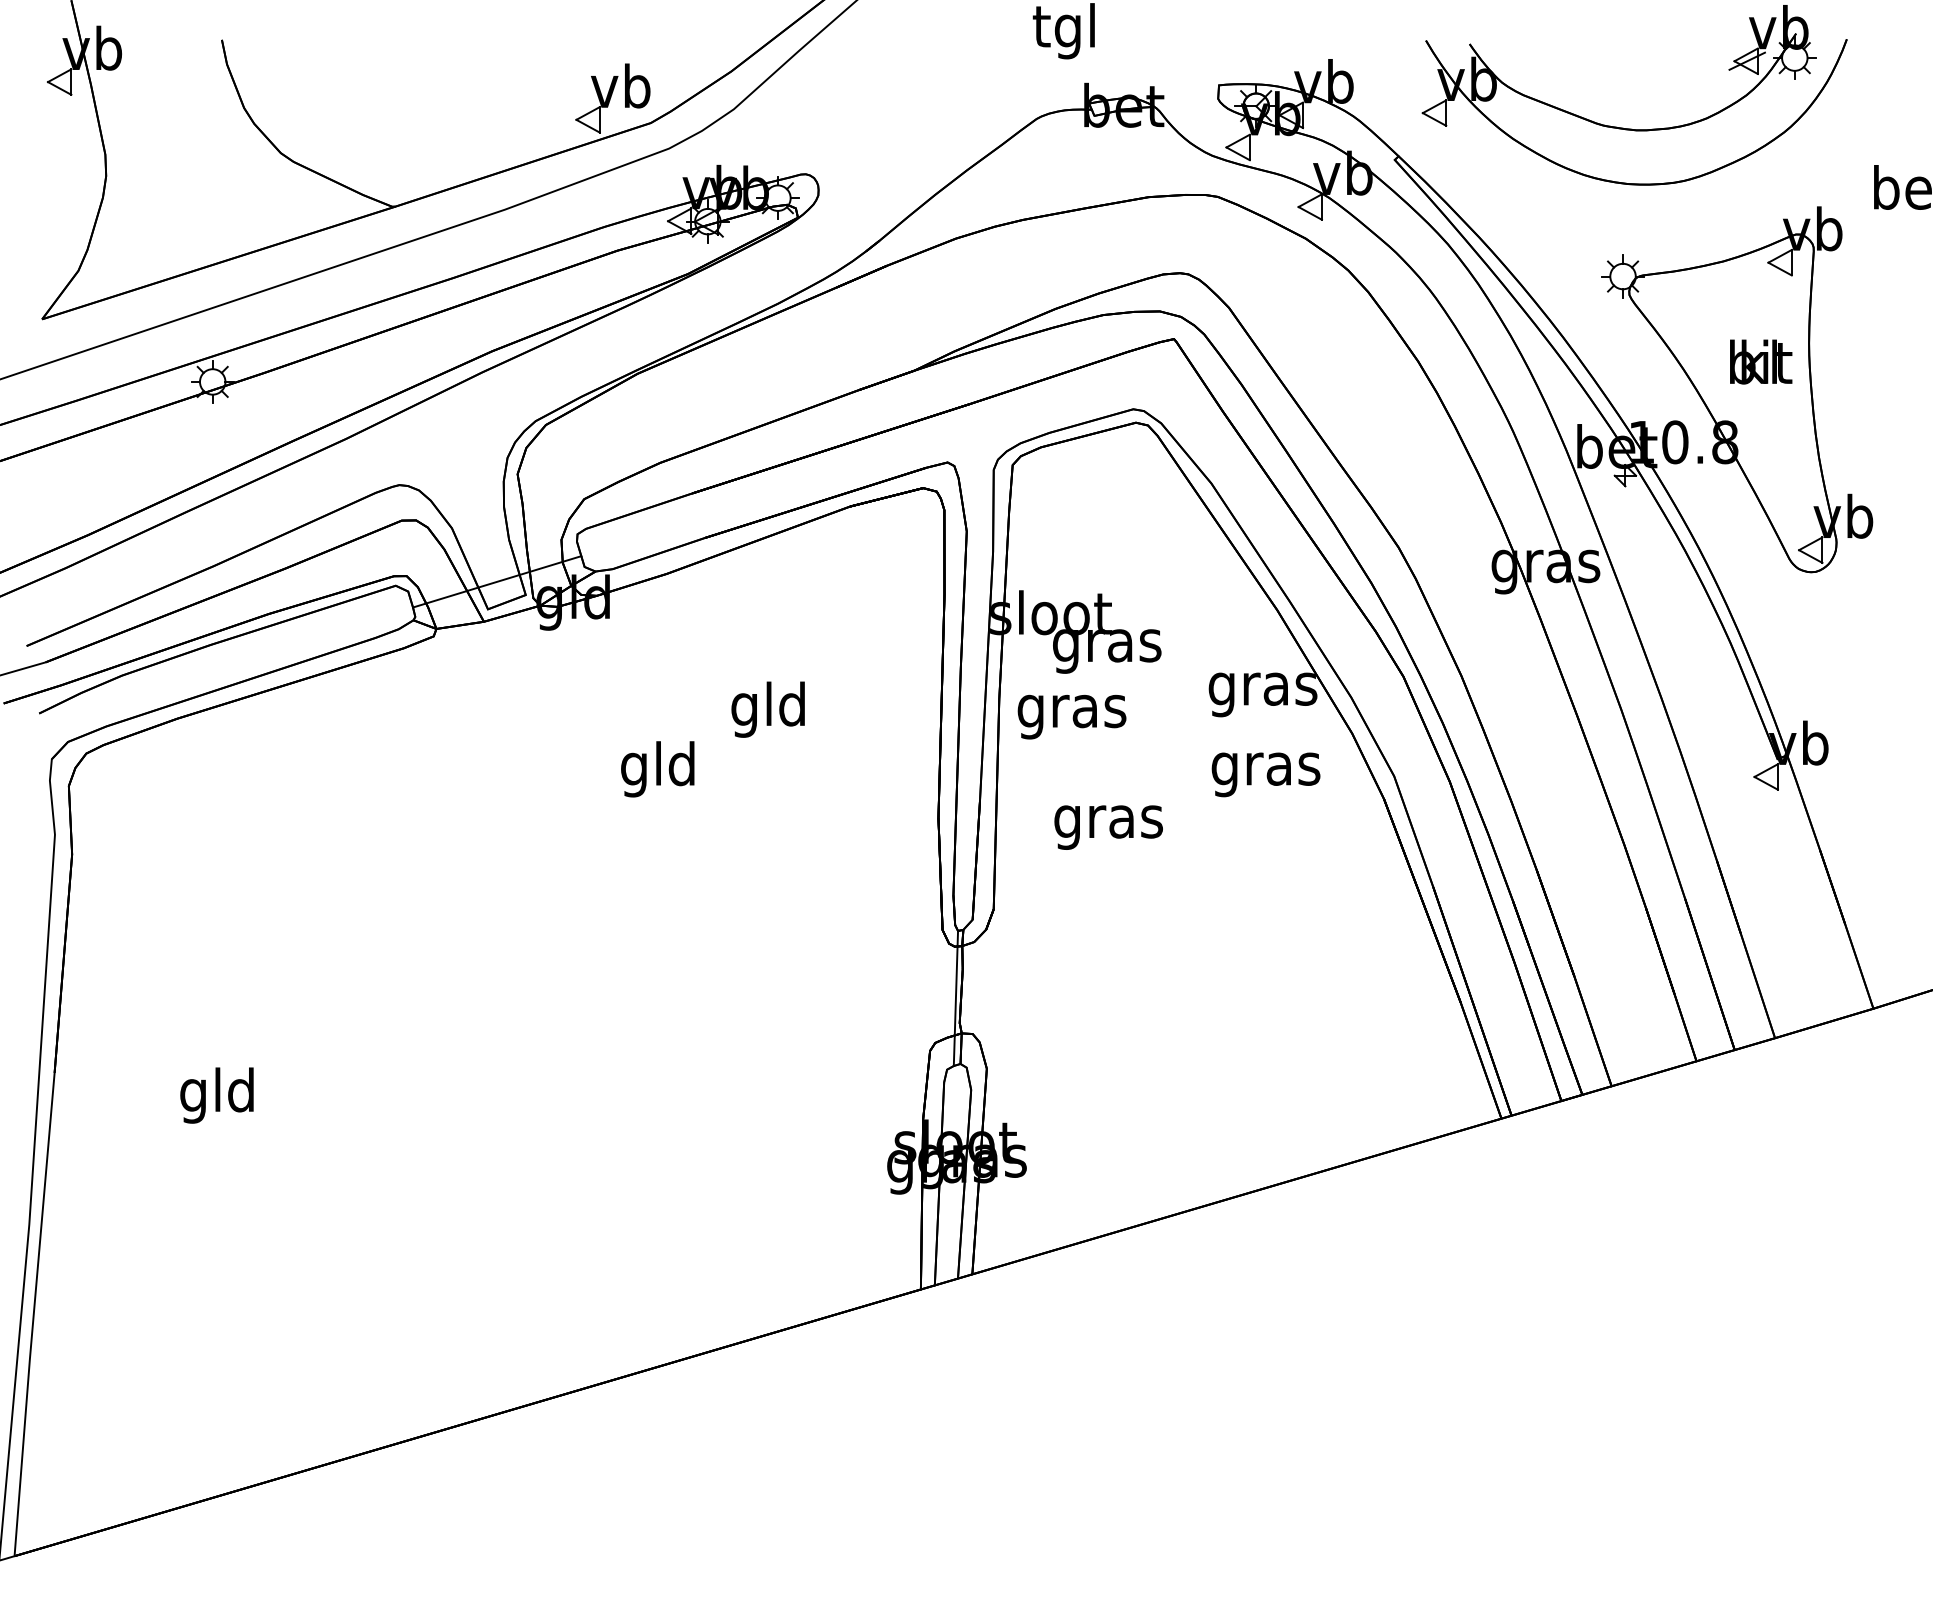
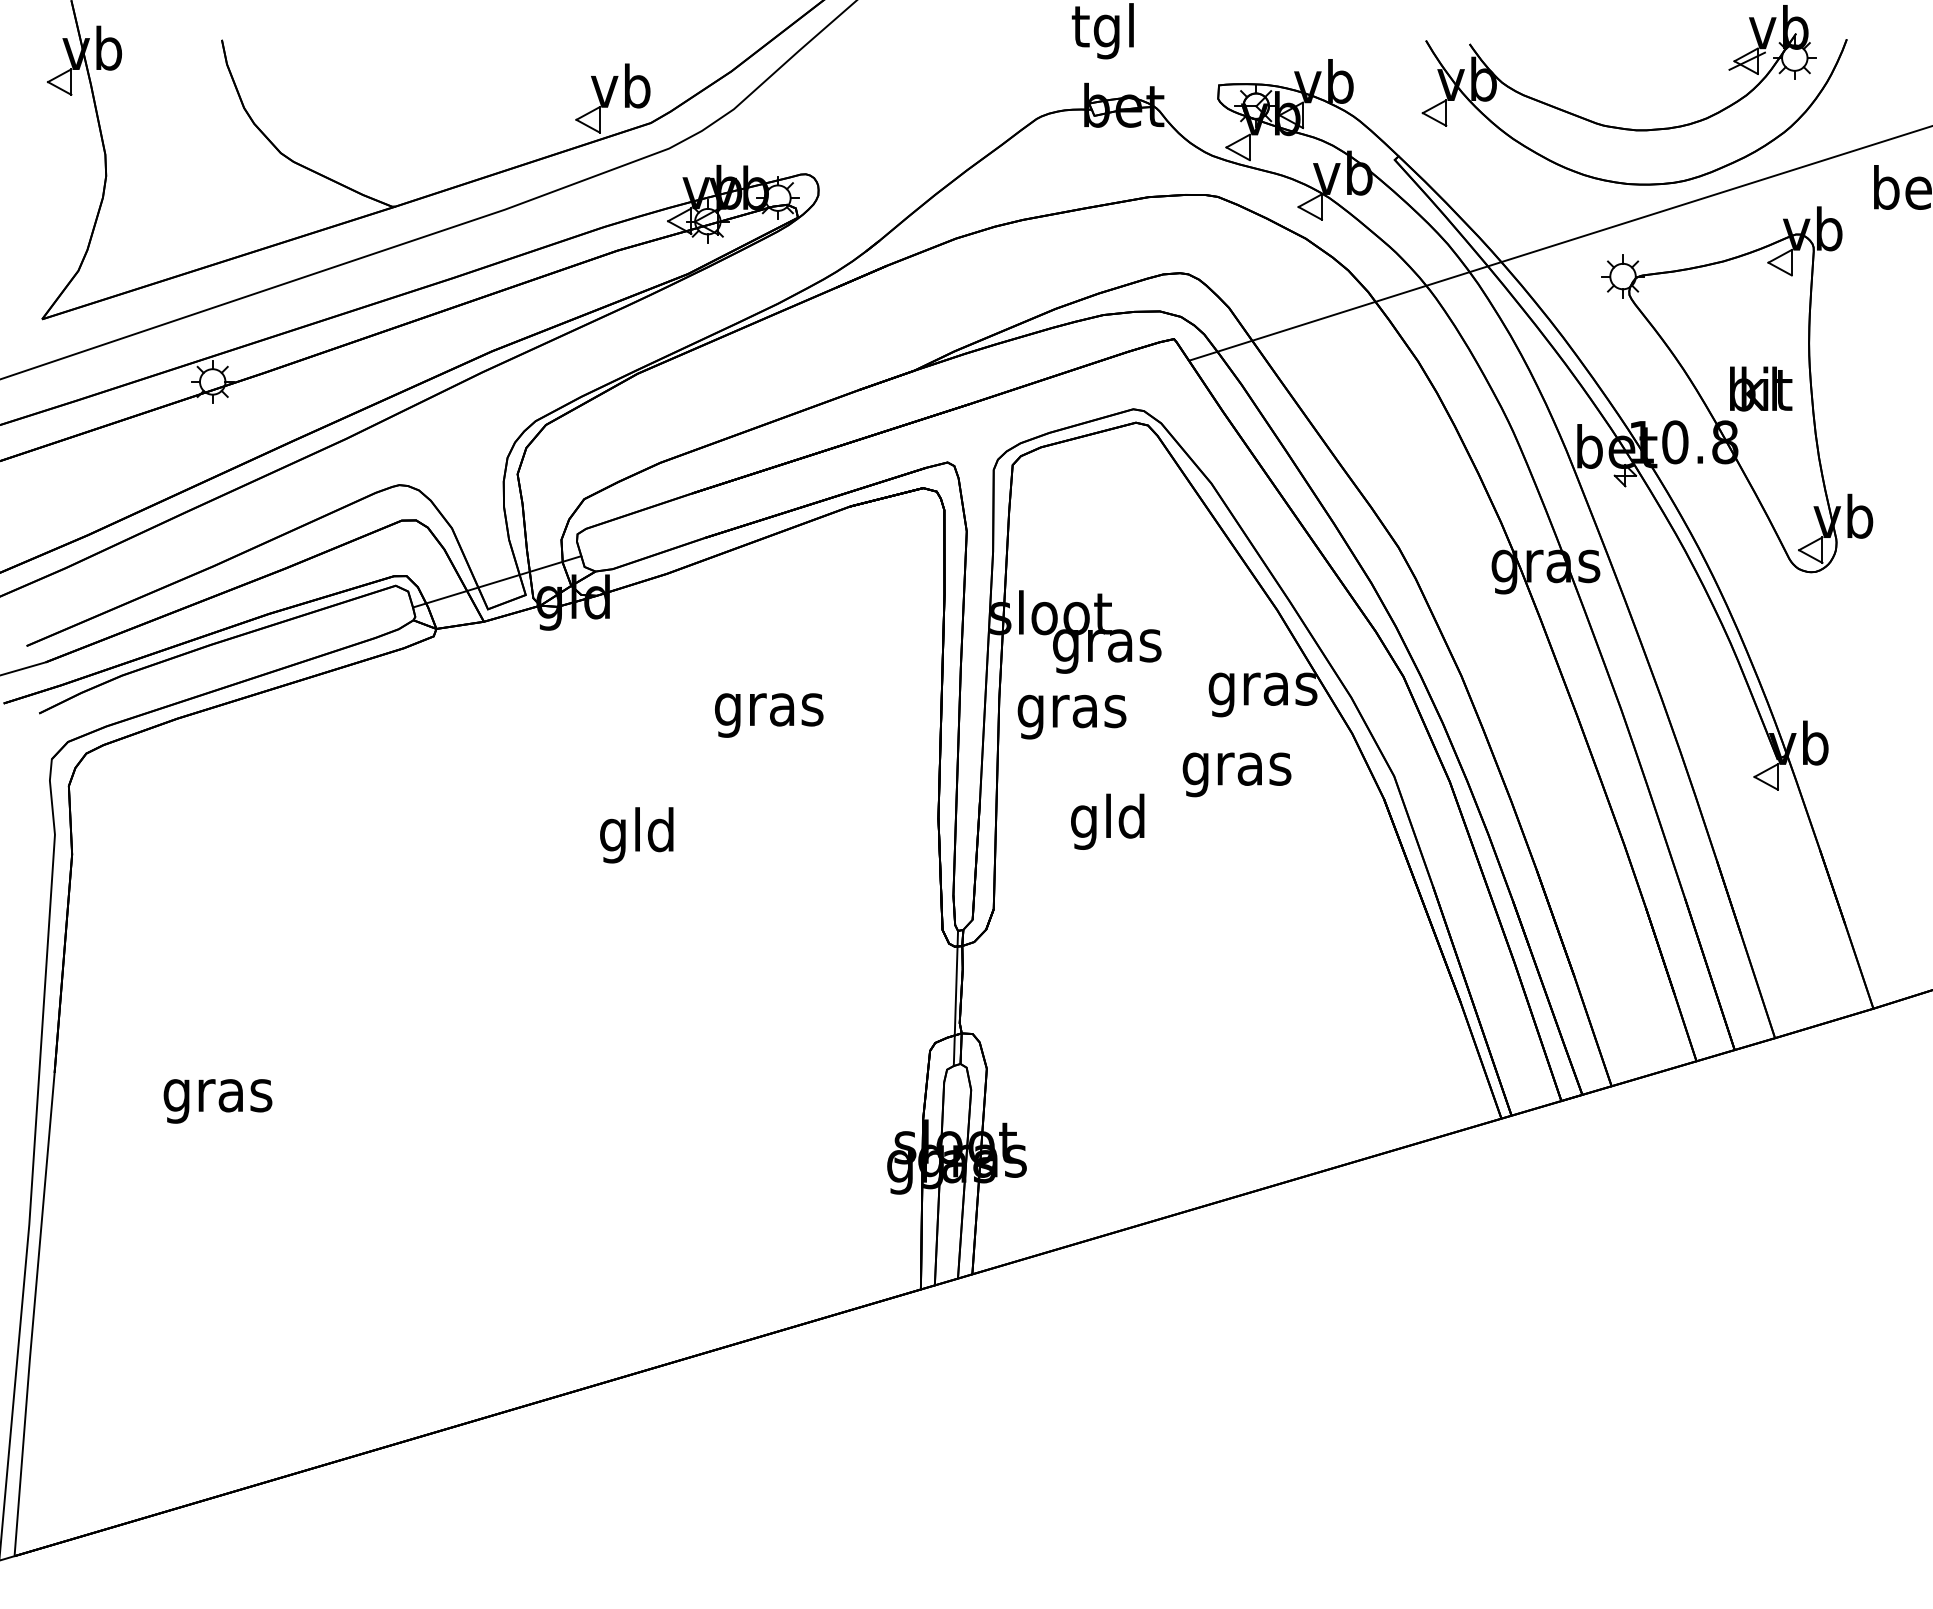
text at (1063, 31) position: (1063, 31) -> (1102, 31)
line at (1559, 243): none -> present
text at (1761, 361) position: (1761, 361) -> (1761, 388)
text at (768, 709): gld -> gras
text at (657, 769) position: (657, 769) -> (636, 835)
text at (1265, 774) position: (1265, 774) -> (1236, 774)
text at (1108, 821): gras -> gld
text at (217, 1095): gld -> gras
